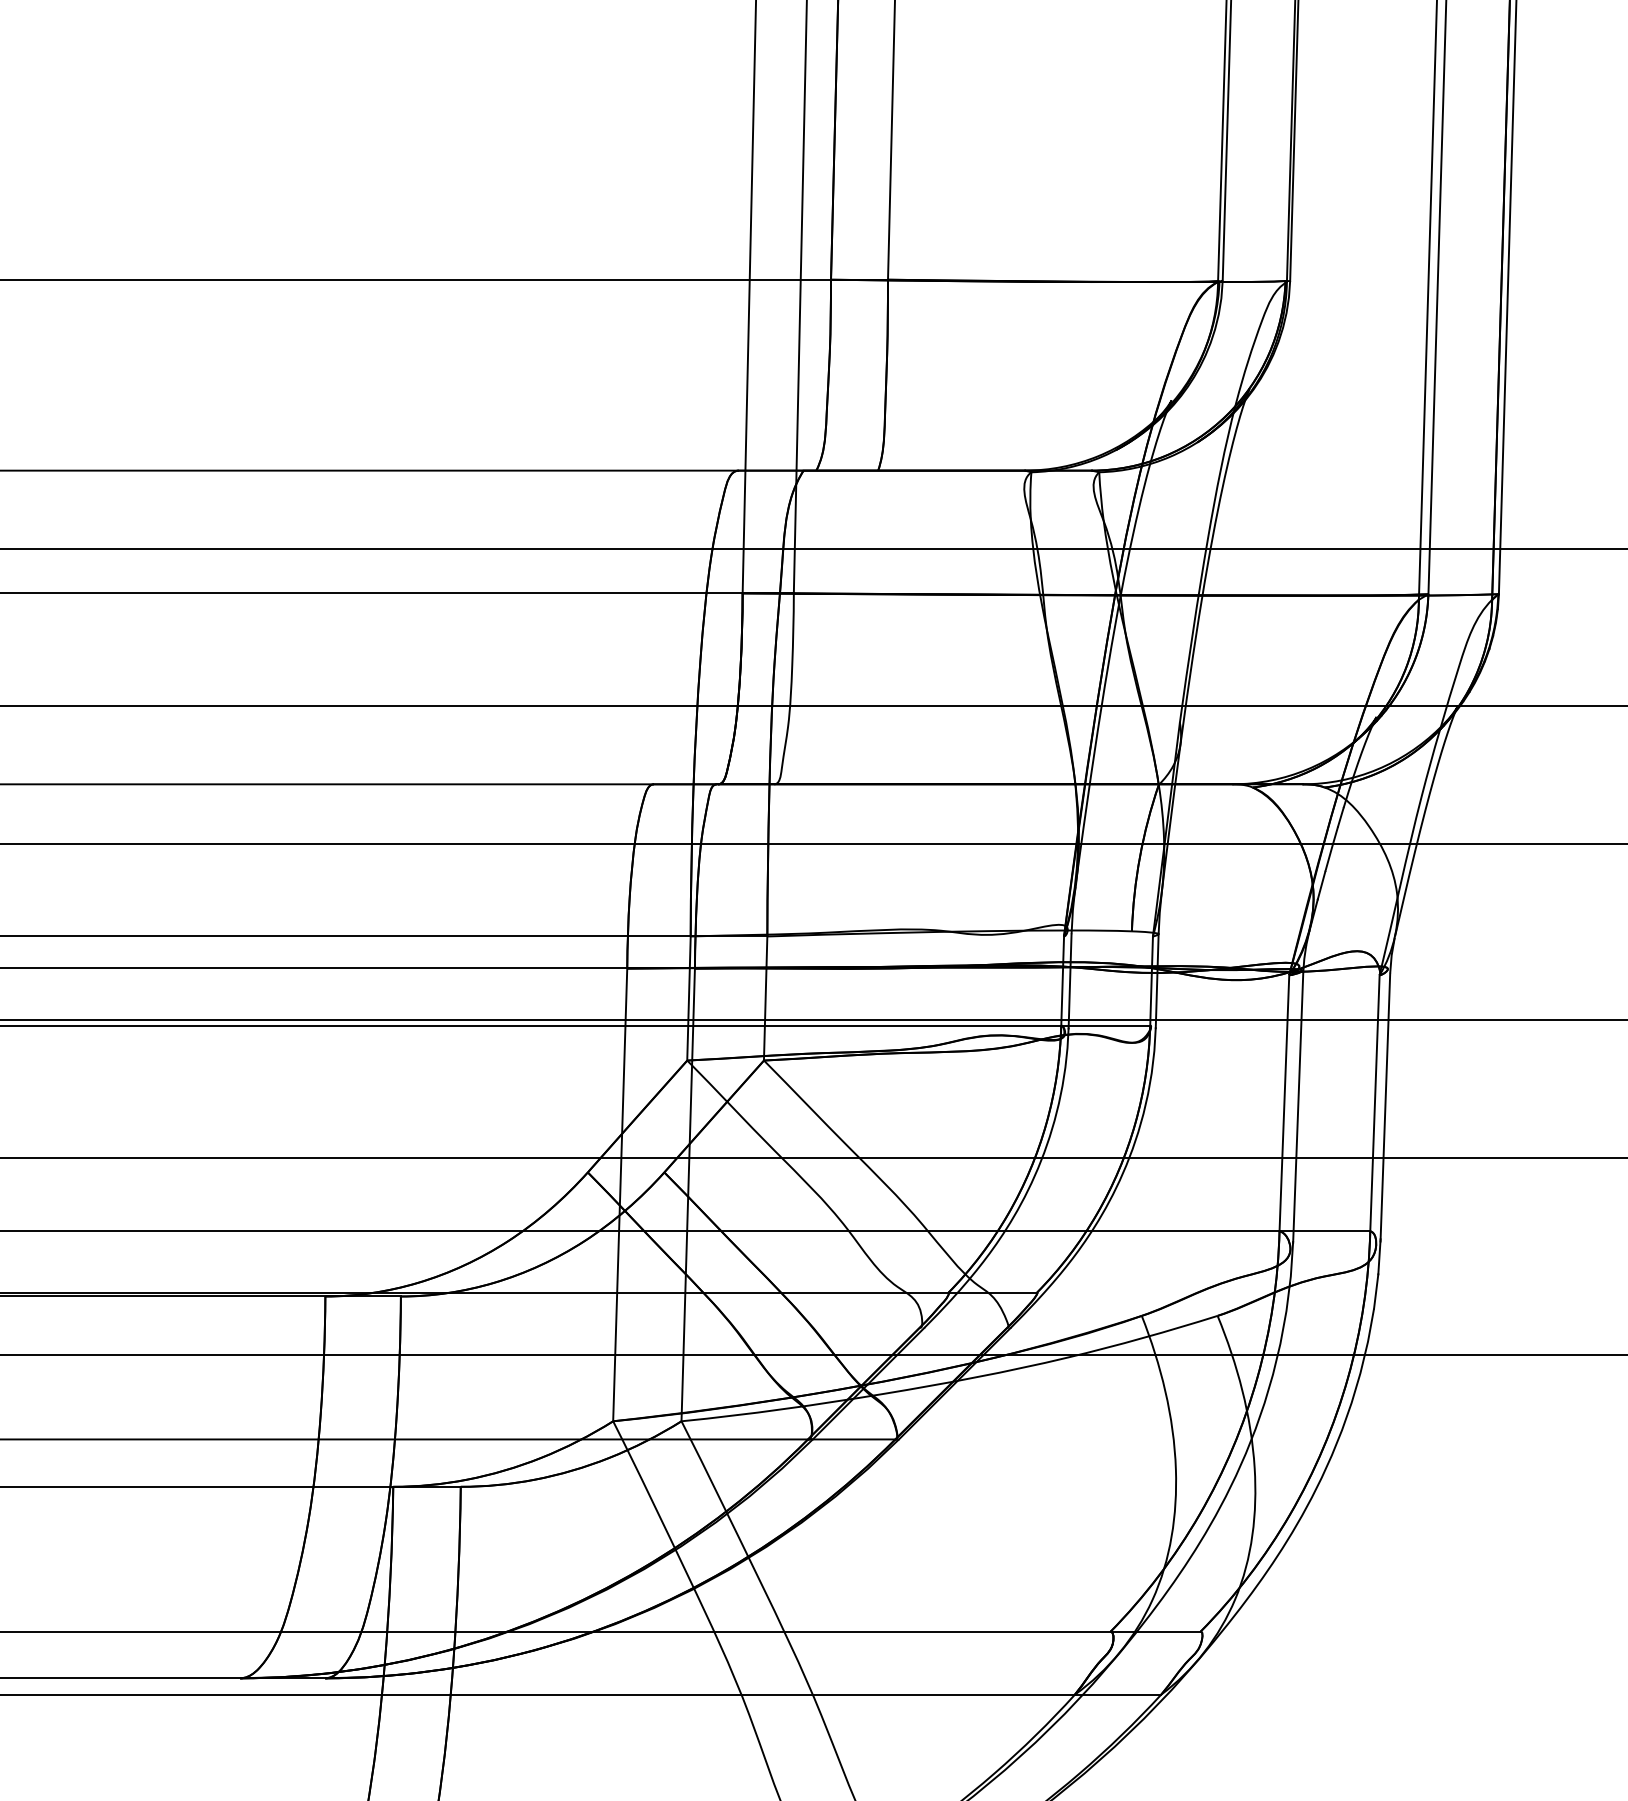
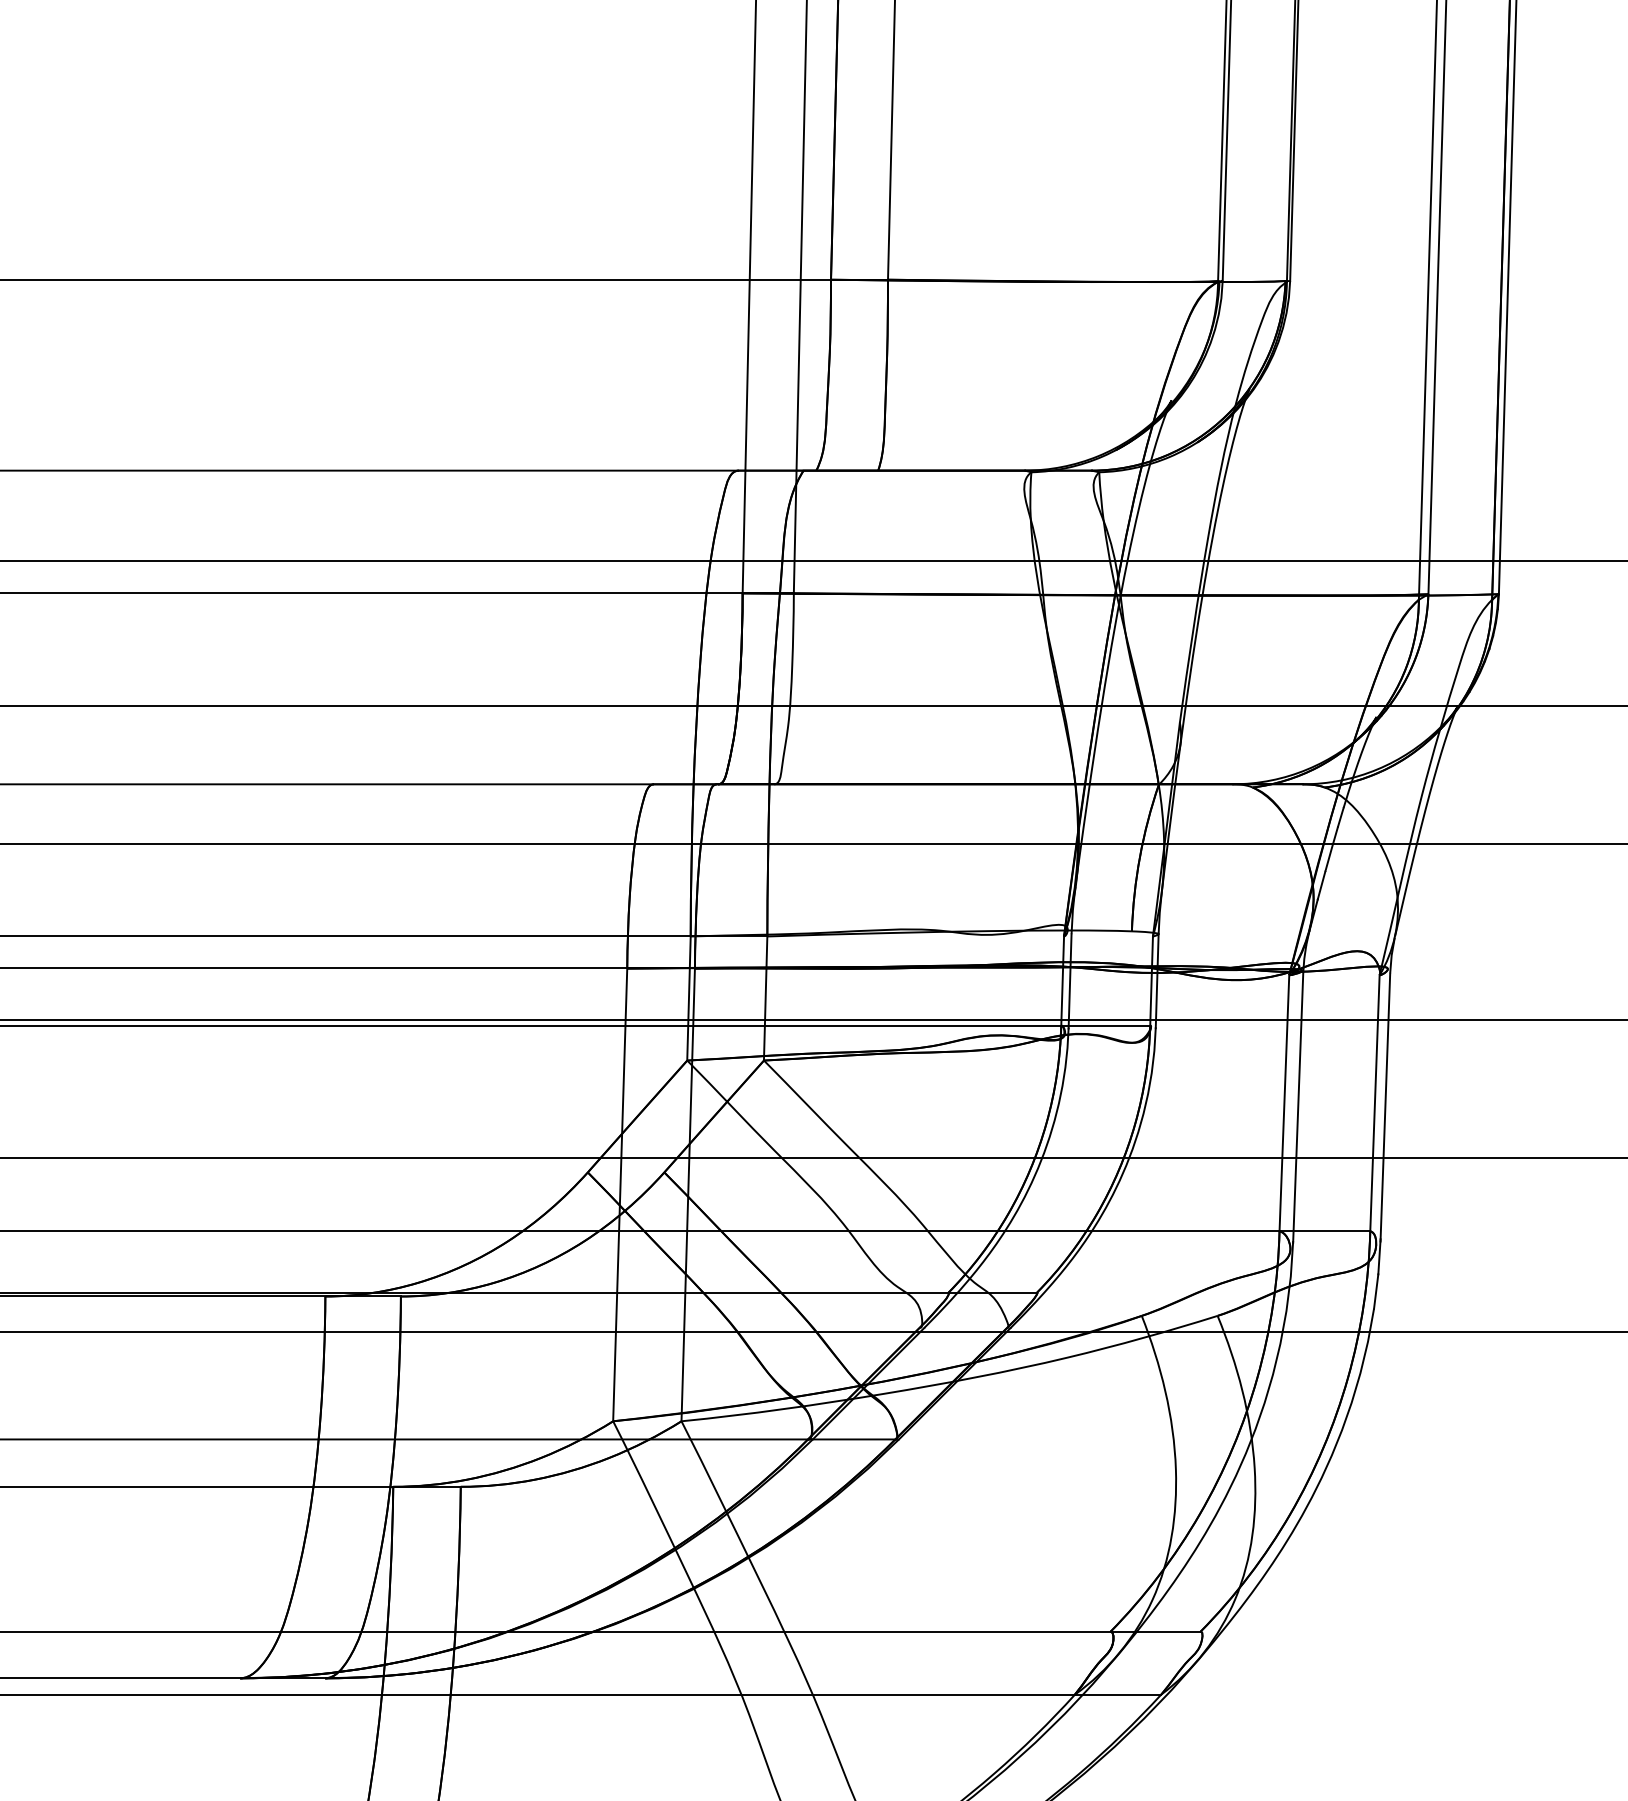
line at (813, 549) position: (813, 549) -> (813, 561)
line at (813, 1354) position: (813, 1354) -> (813, 1331)
